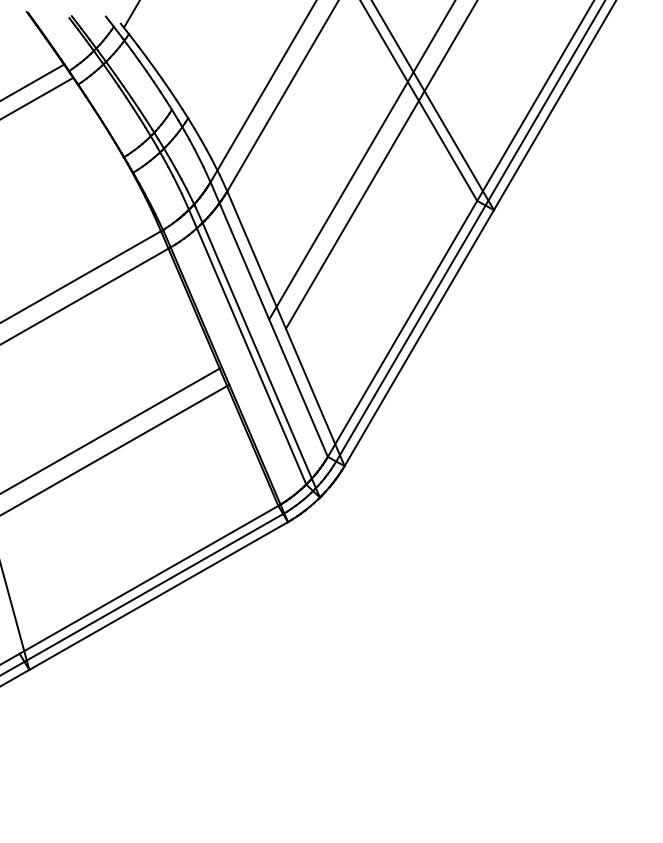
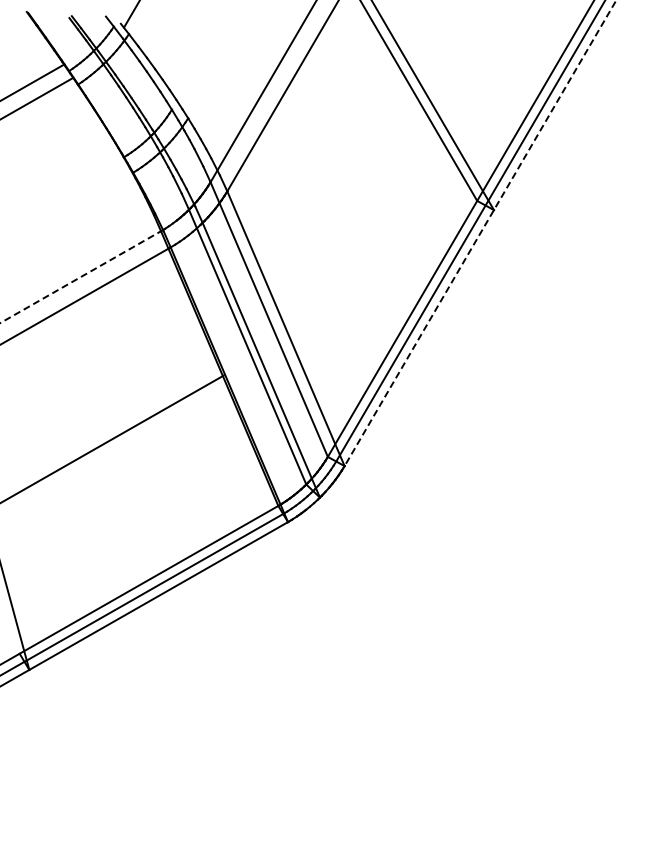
line at (361, 160): present -> none
line at (380, 165): present -> none
line at (480, 233): solid -> dashed
line at (81, 276): solid -> dashed
line at (110, 430) position: (110, 430) -> (112, 438)
line at (115, 449): present -> none
